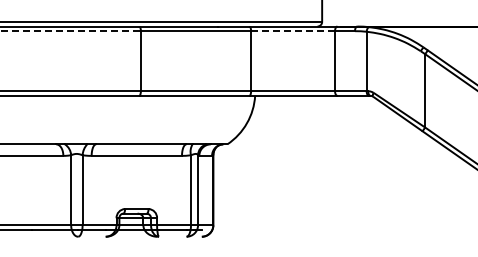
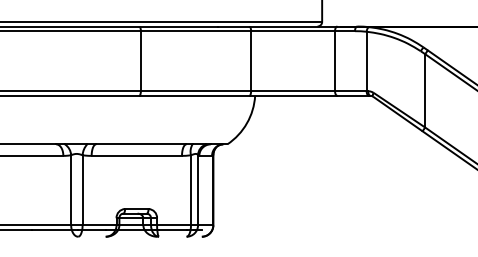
line at (70, 31): dashed -> solid
line at (293, 31): dashed -> solid
